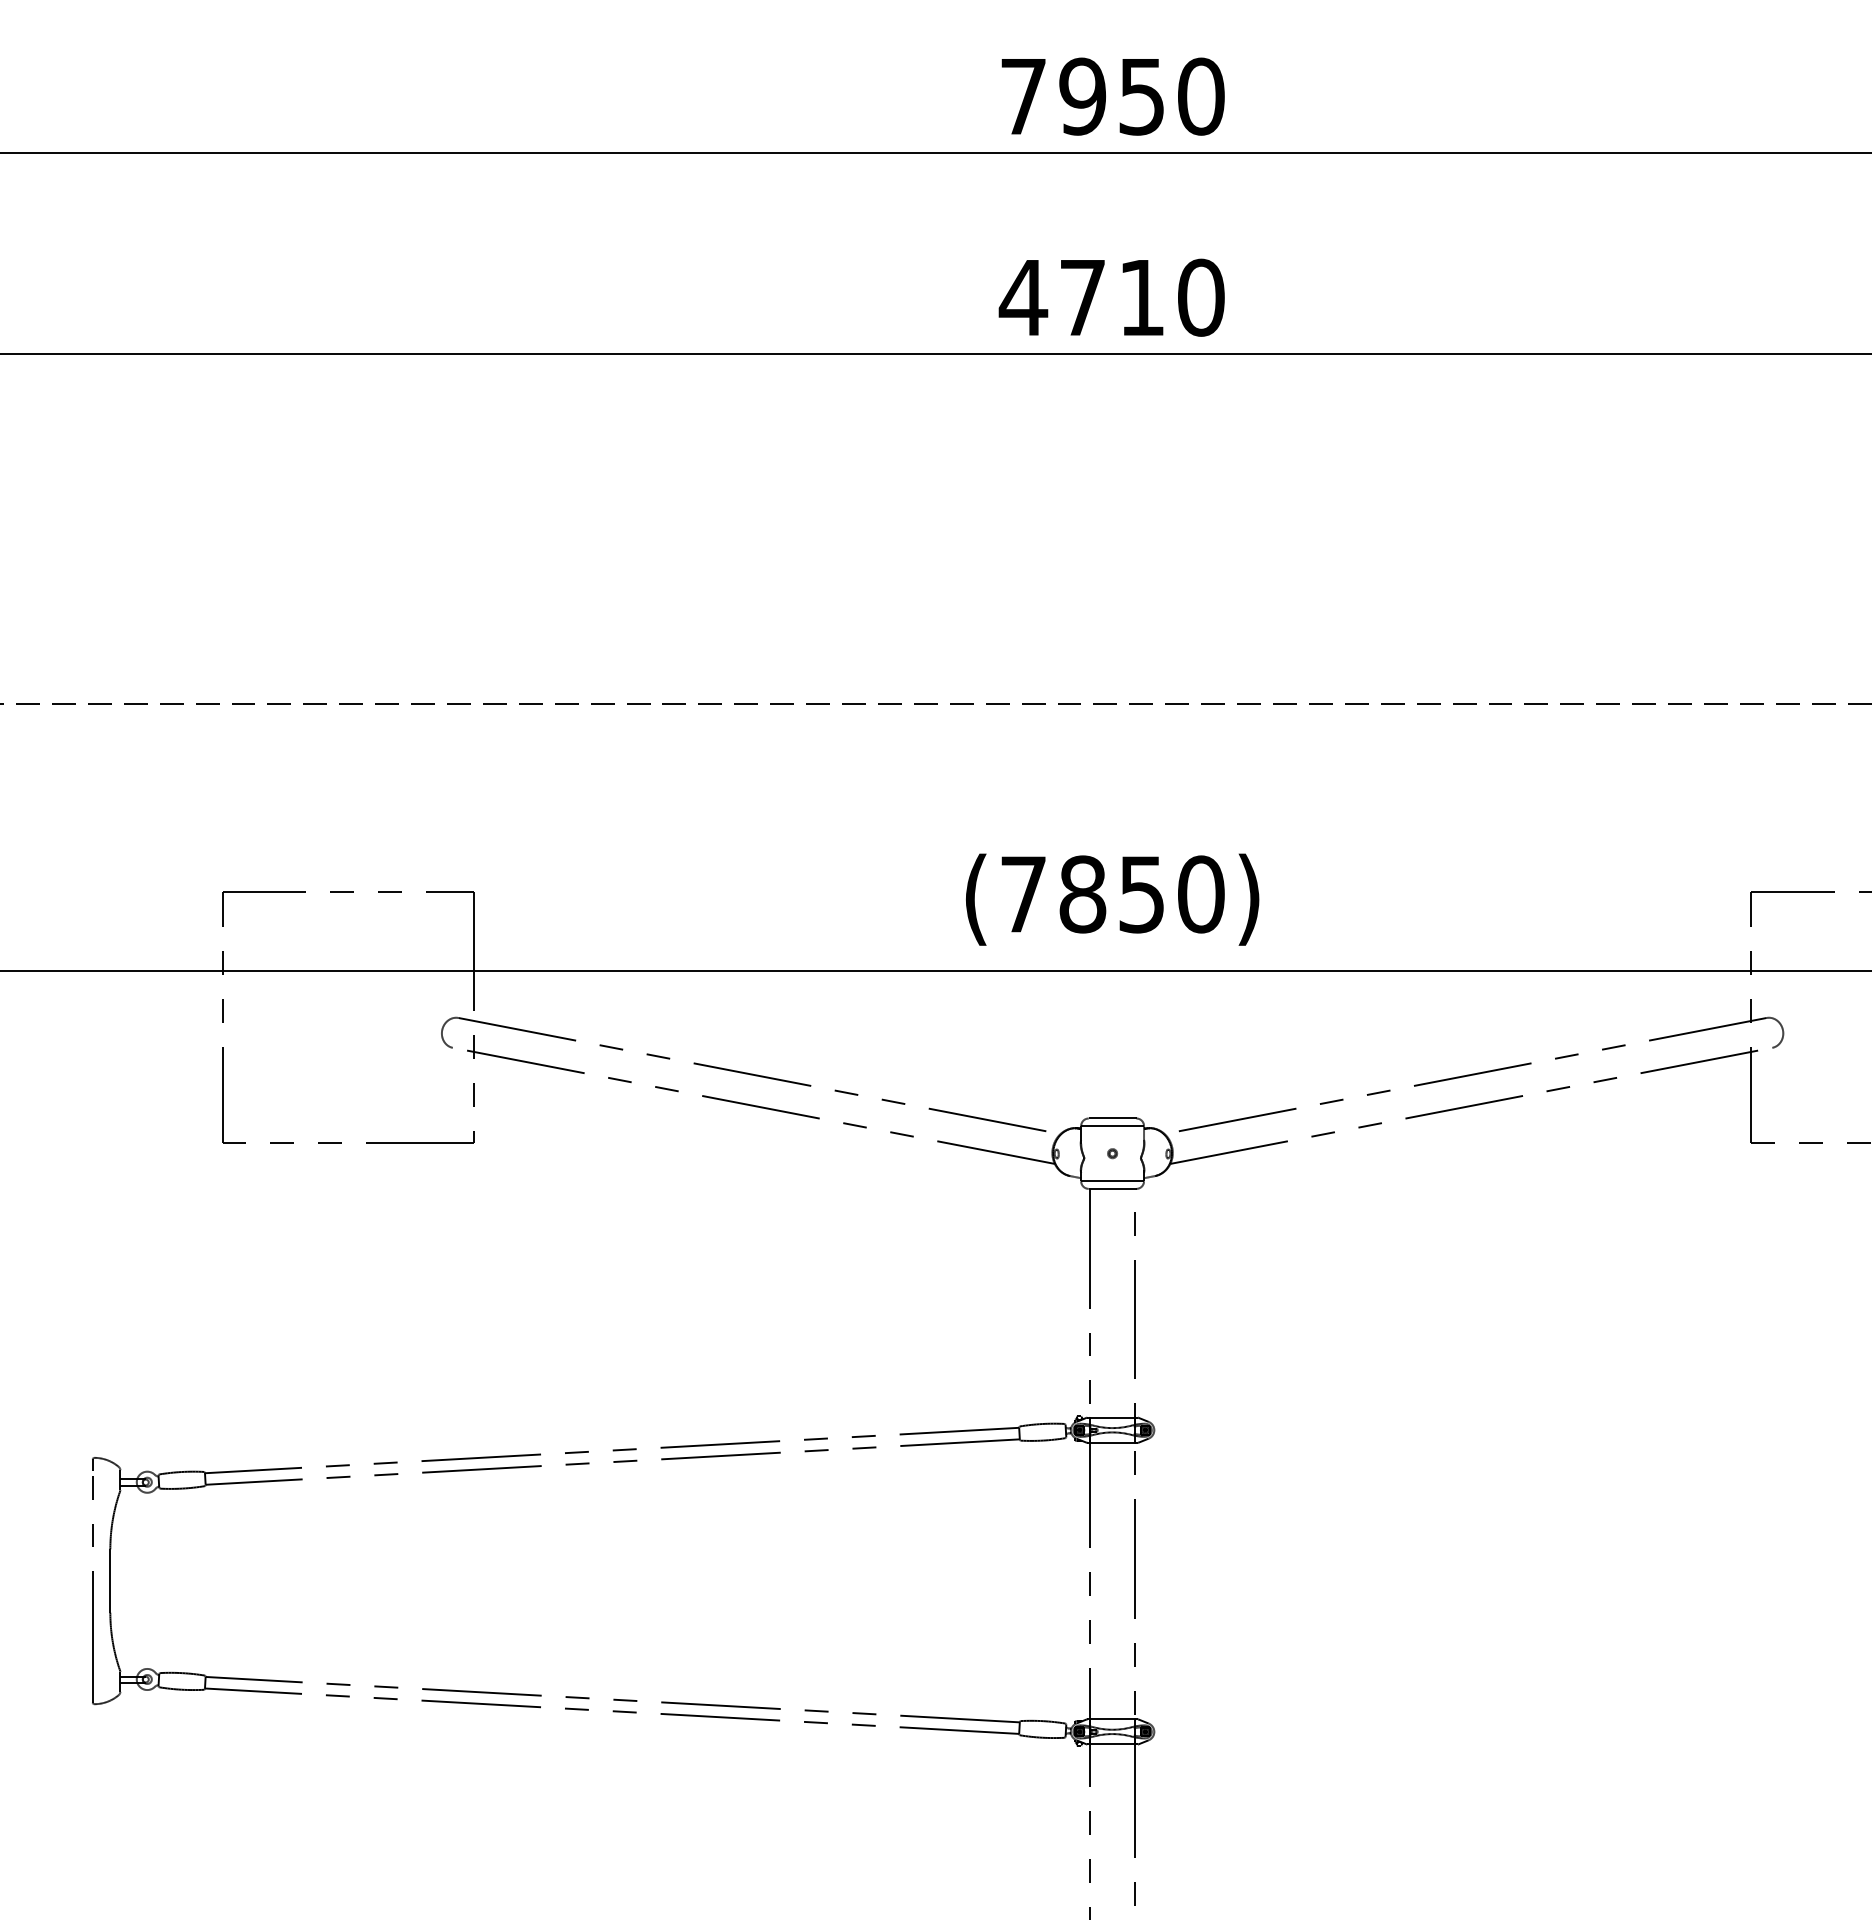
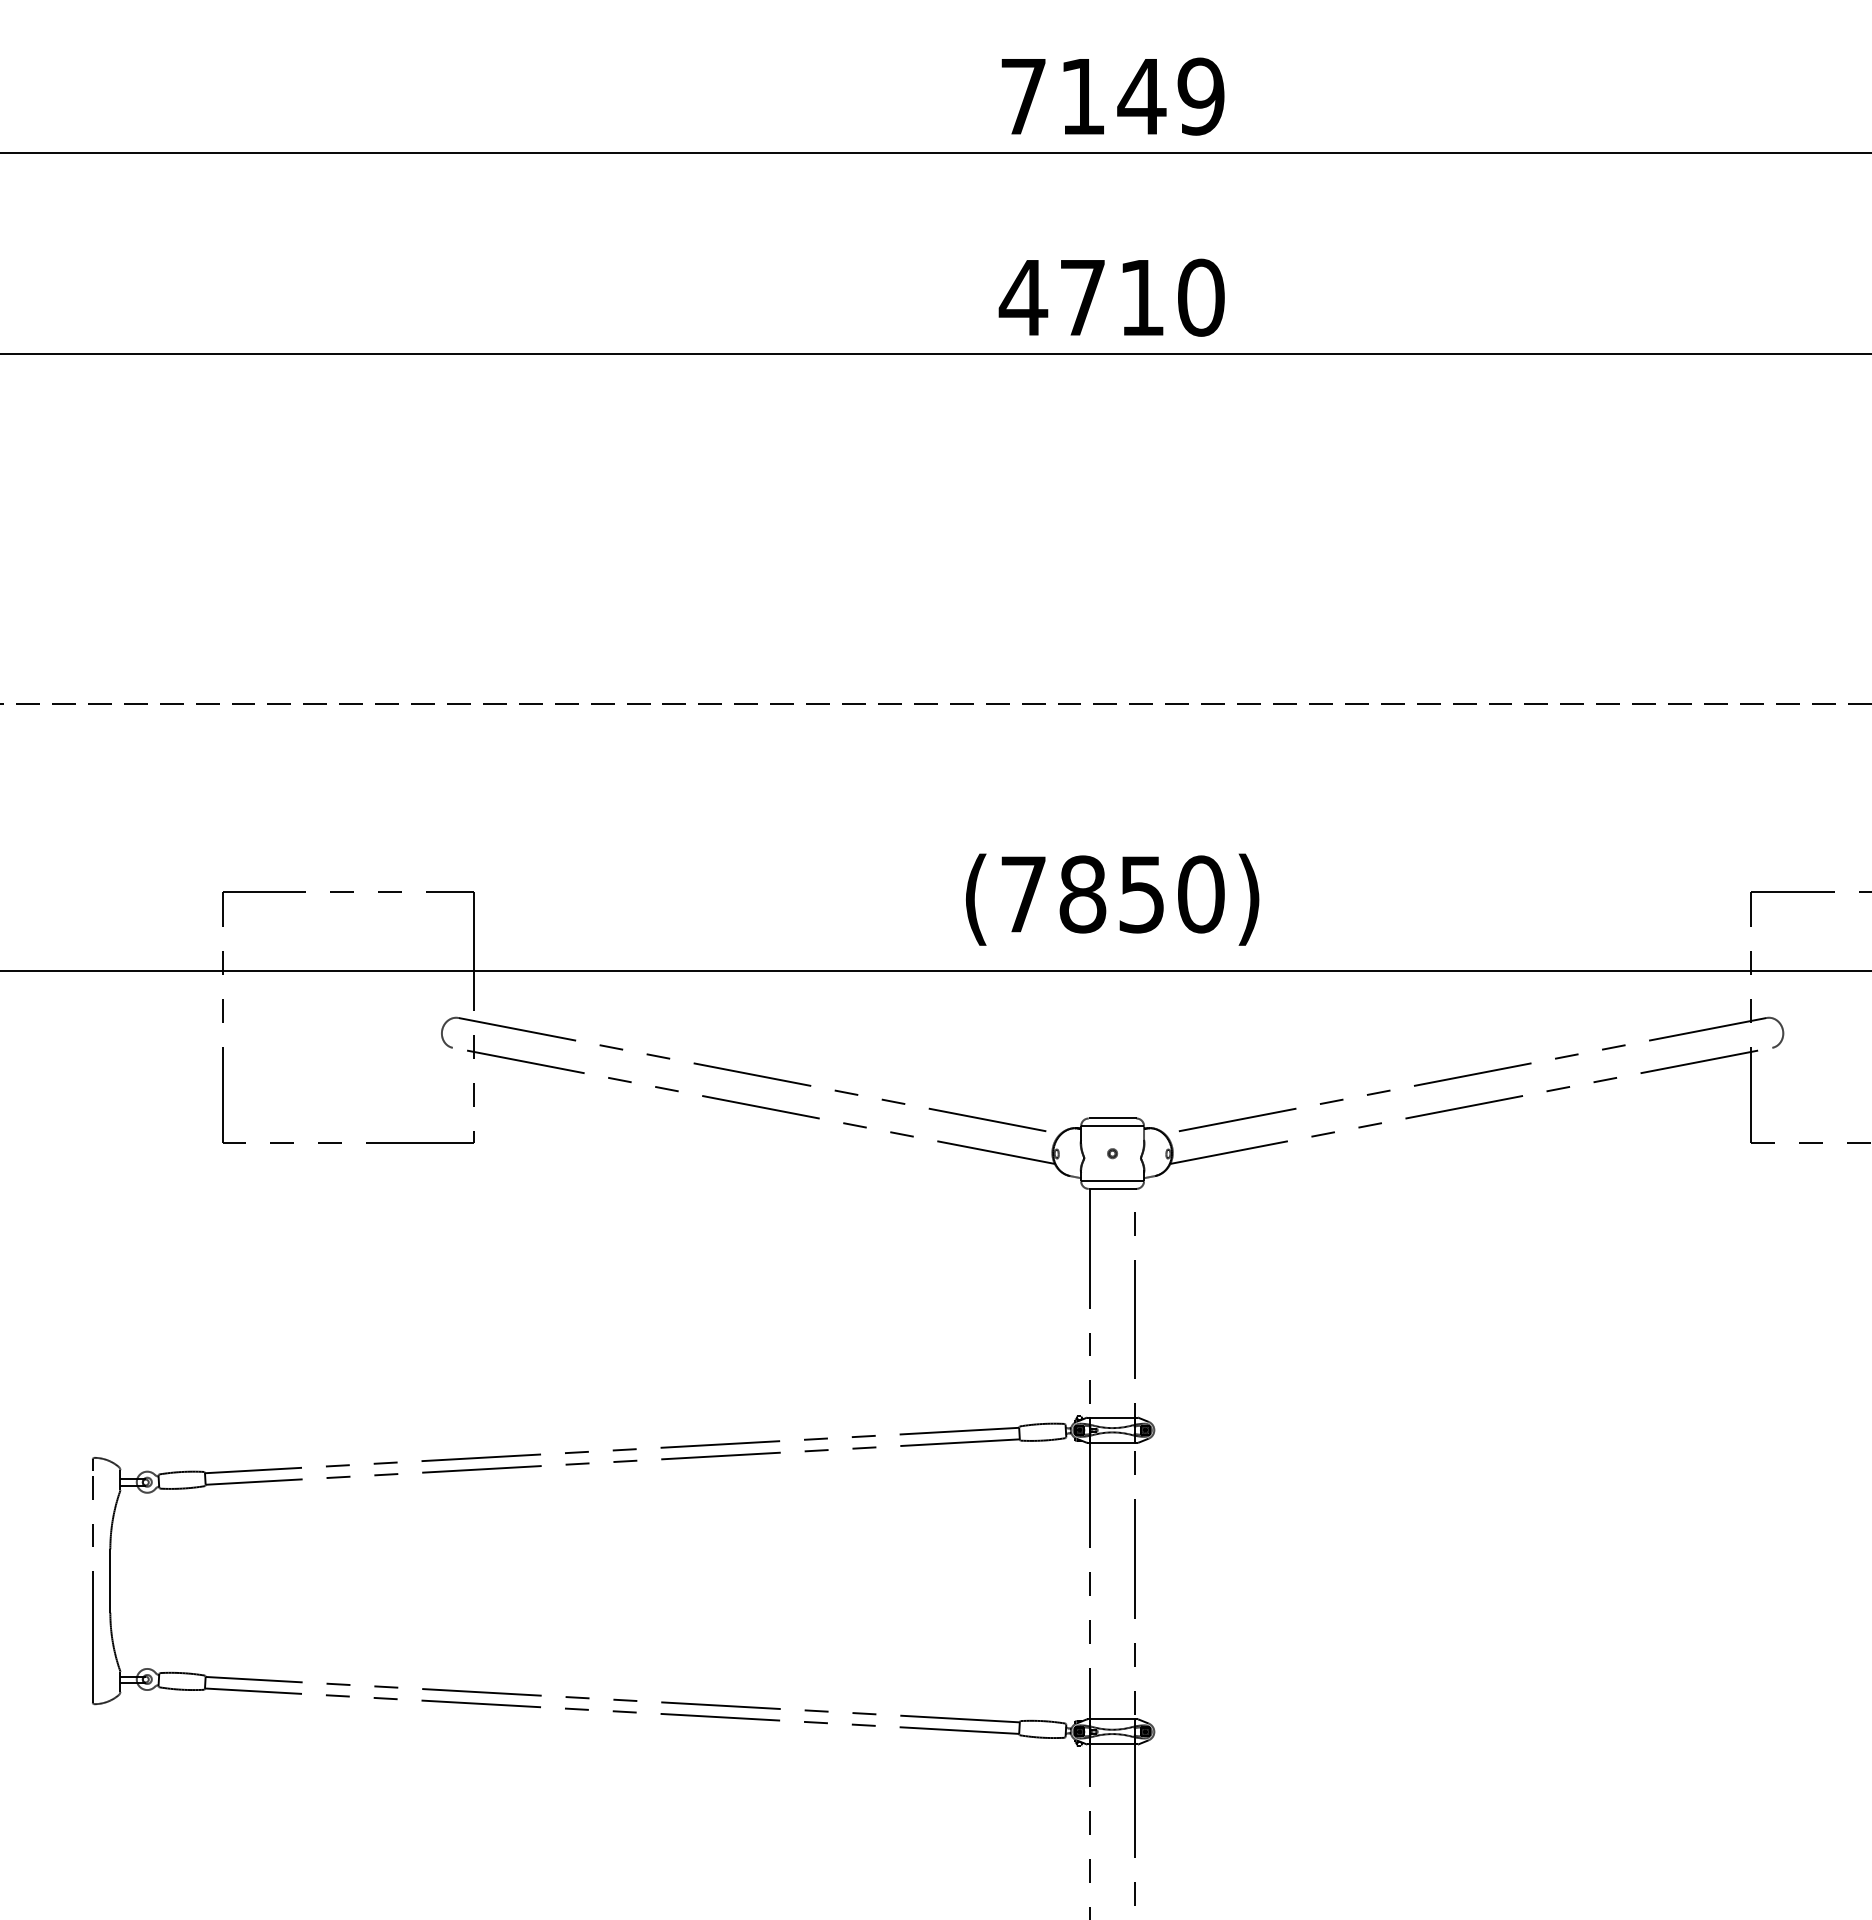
text at (1141, 96): 7950 -> 7149
